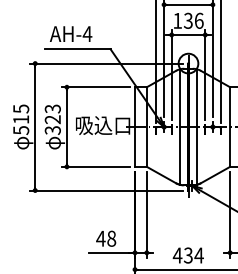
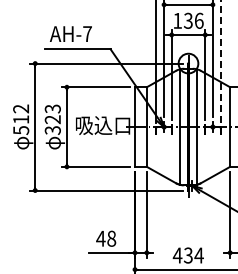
text at (87, 33): AH-4 -> AH-7
line at (220, 61): solid -> dashed
text at (21, 108): 515 -> 512
